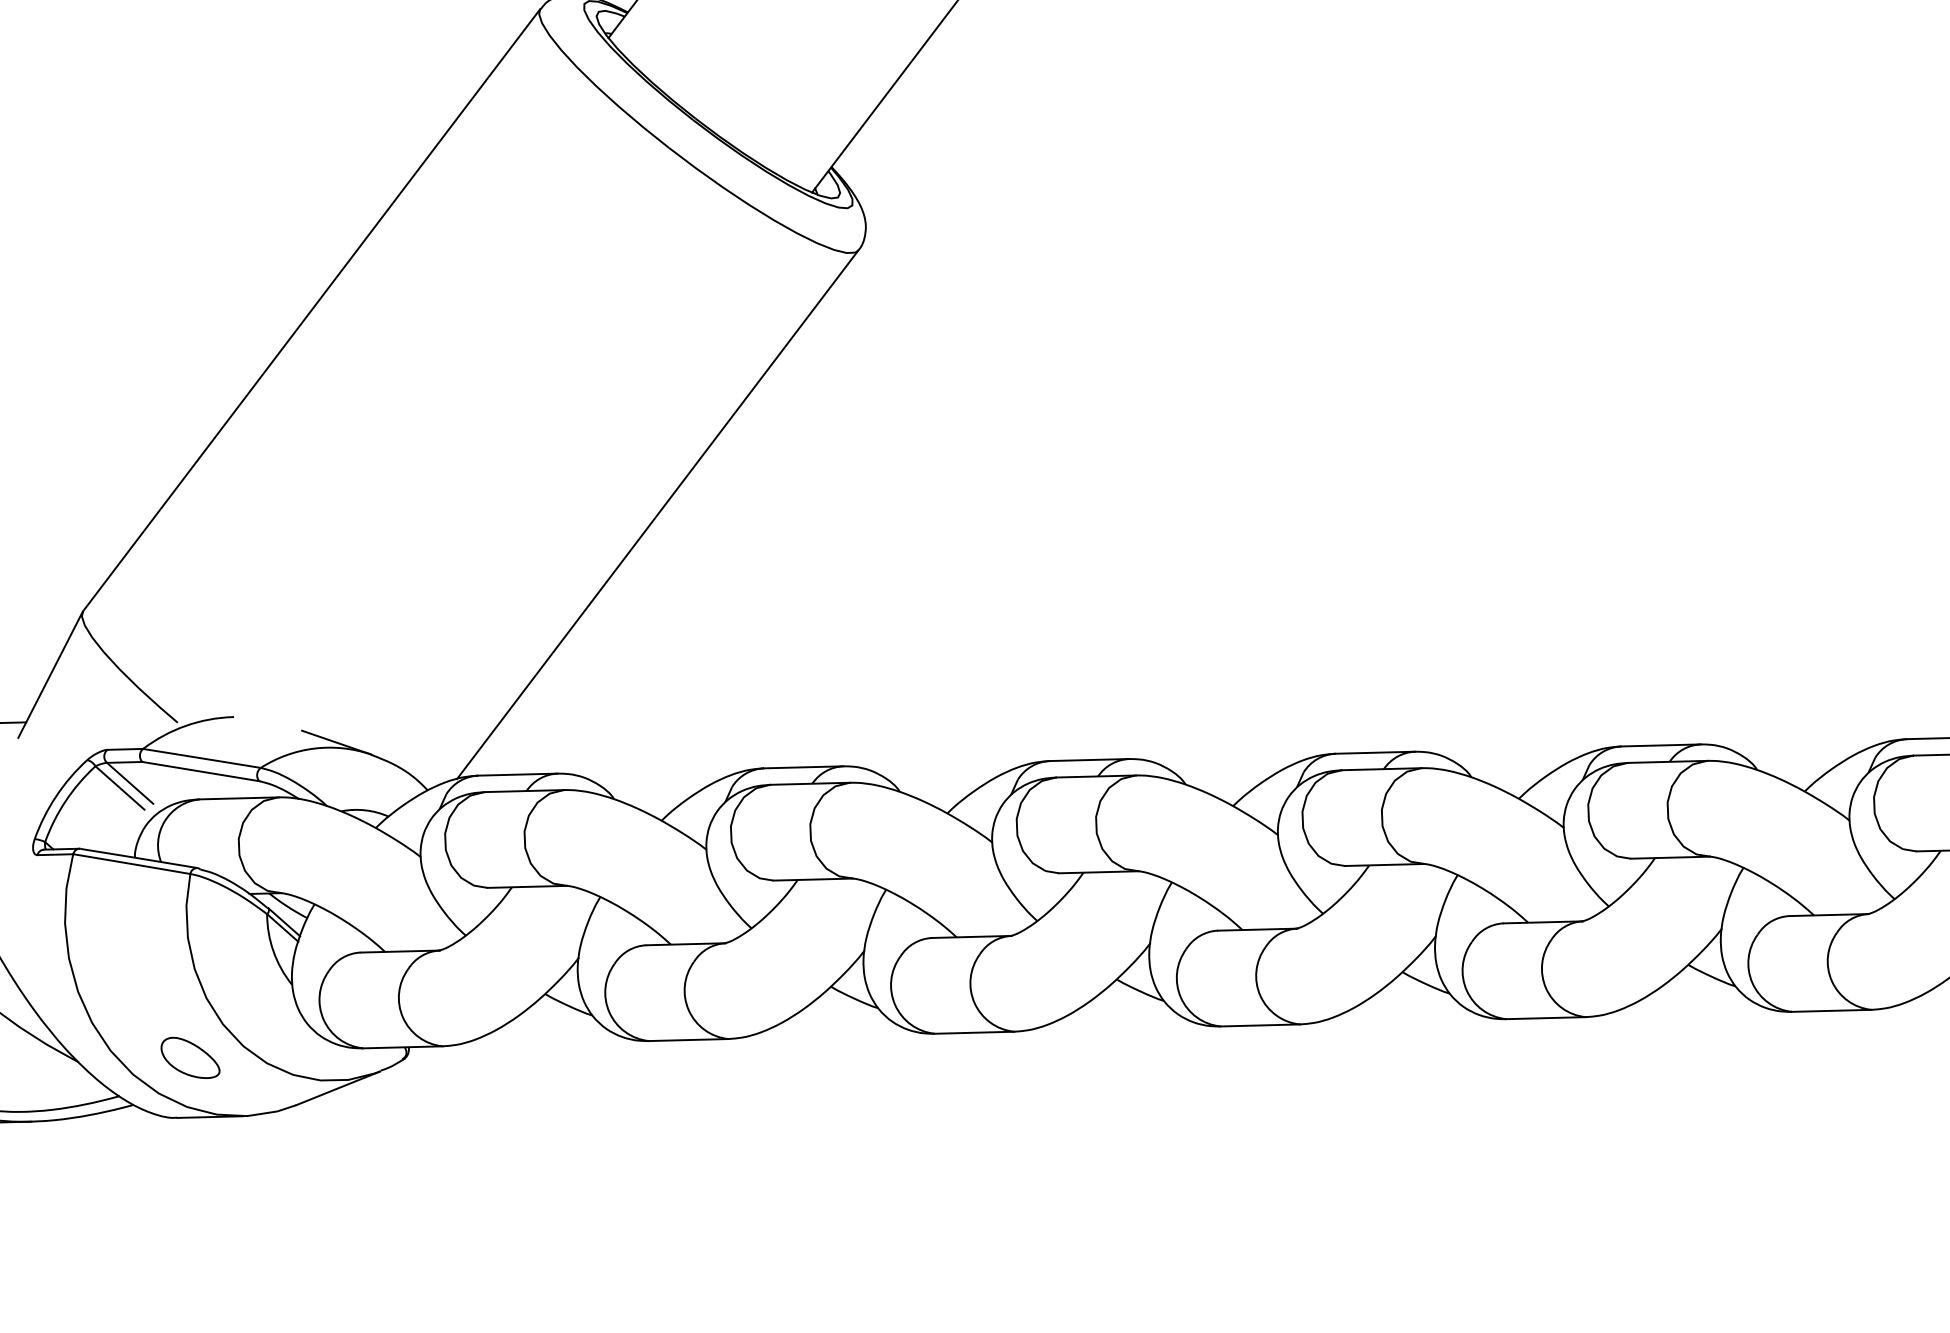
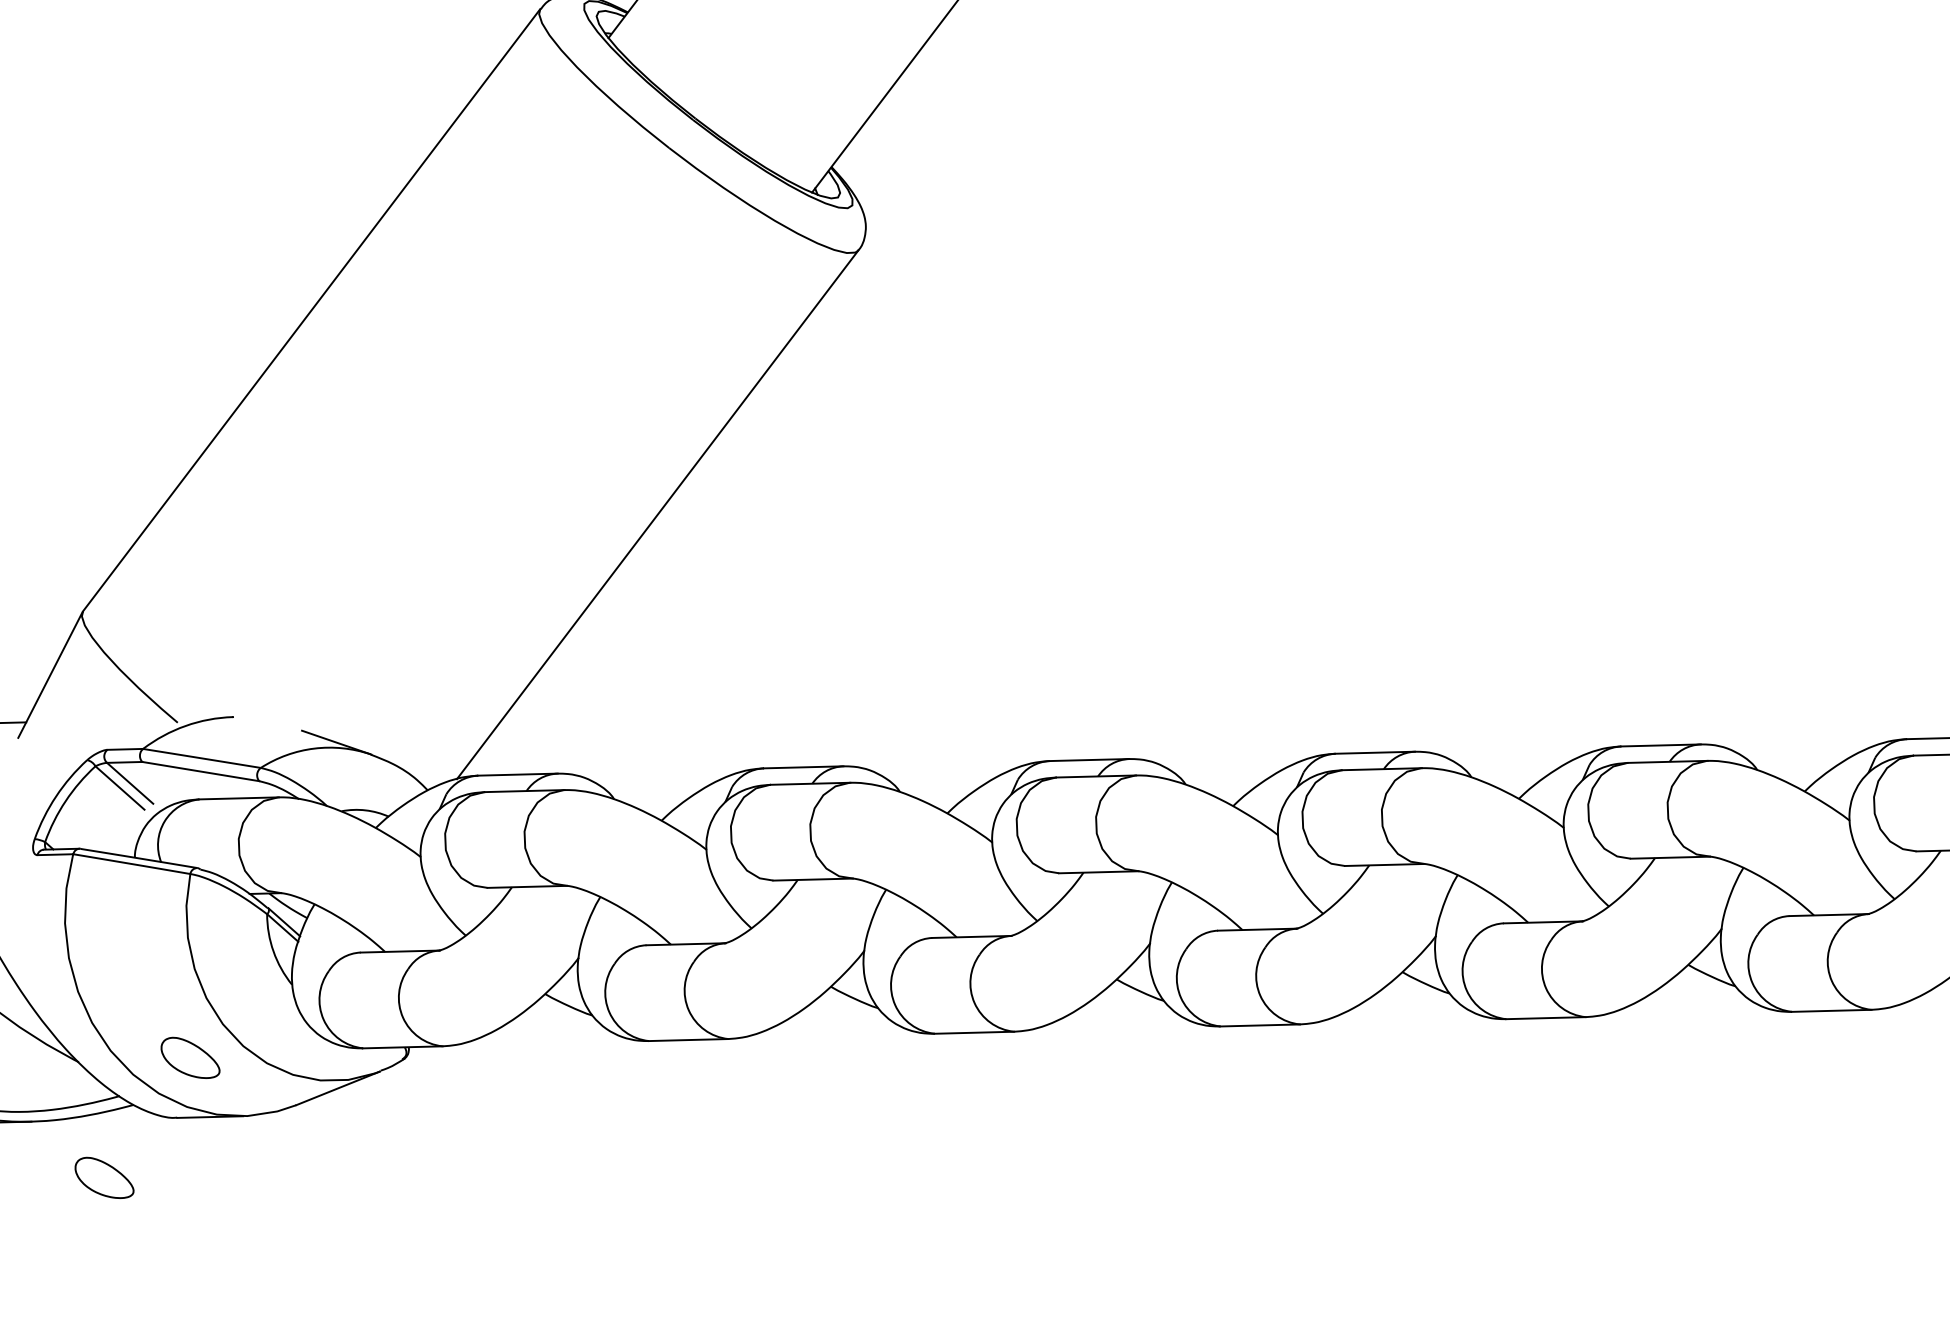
part at (104, 1177): none -> present
